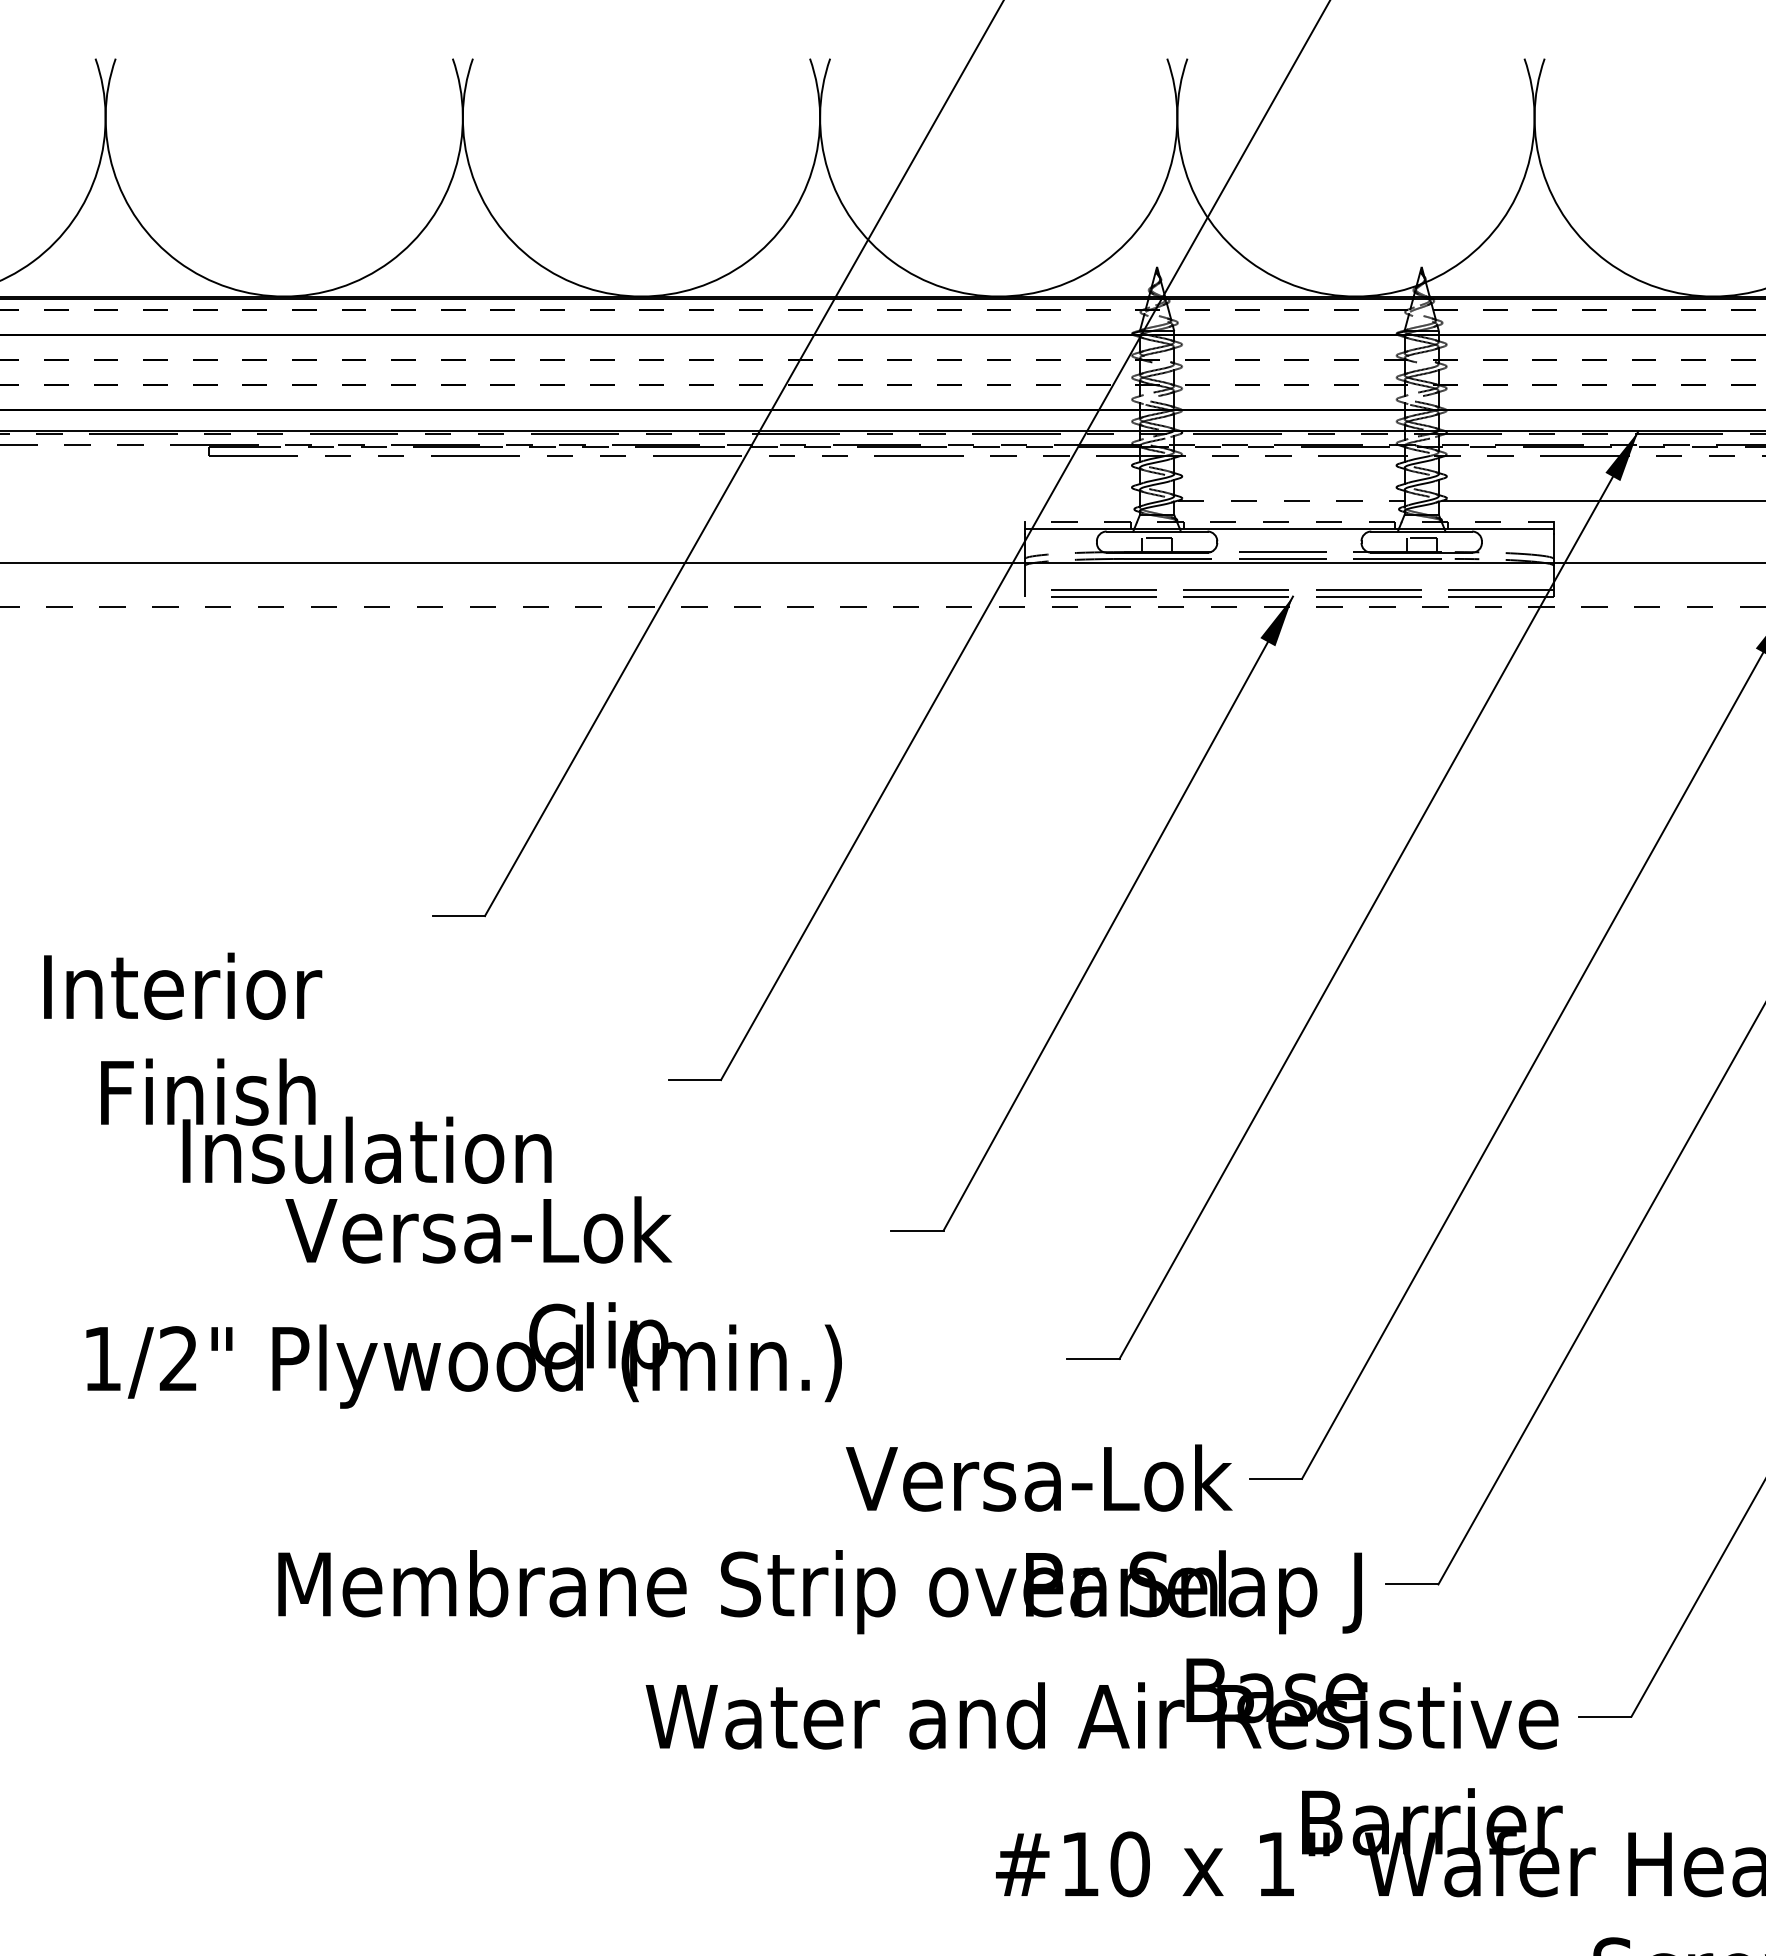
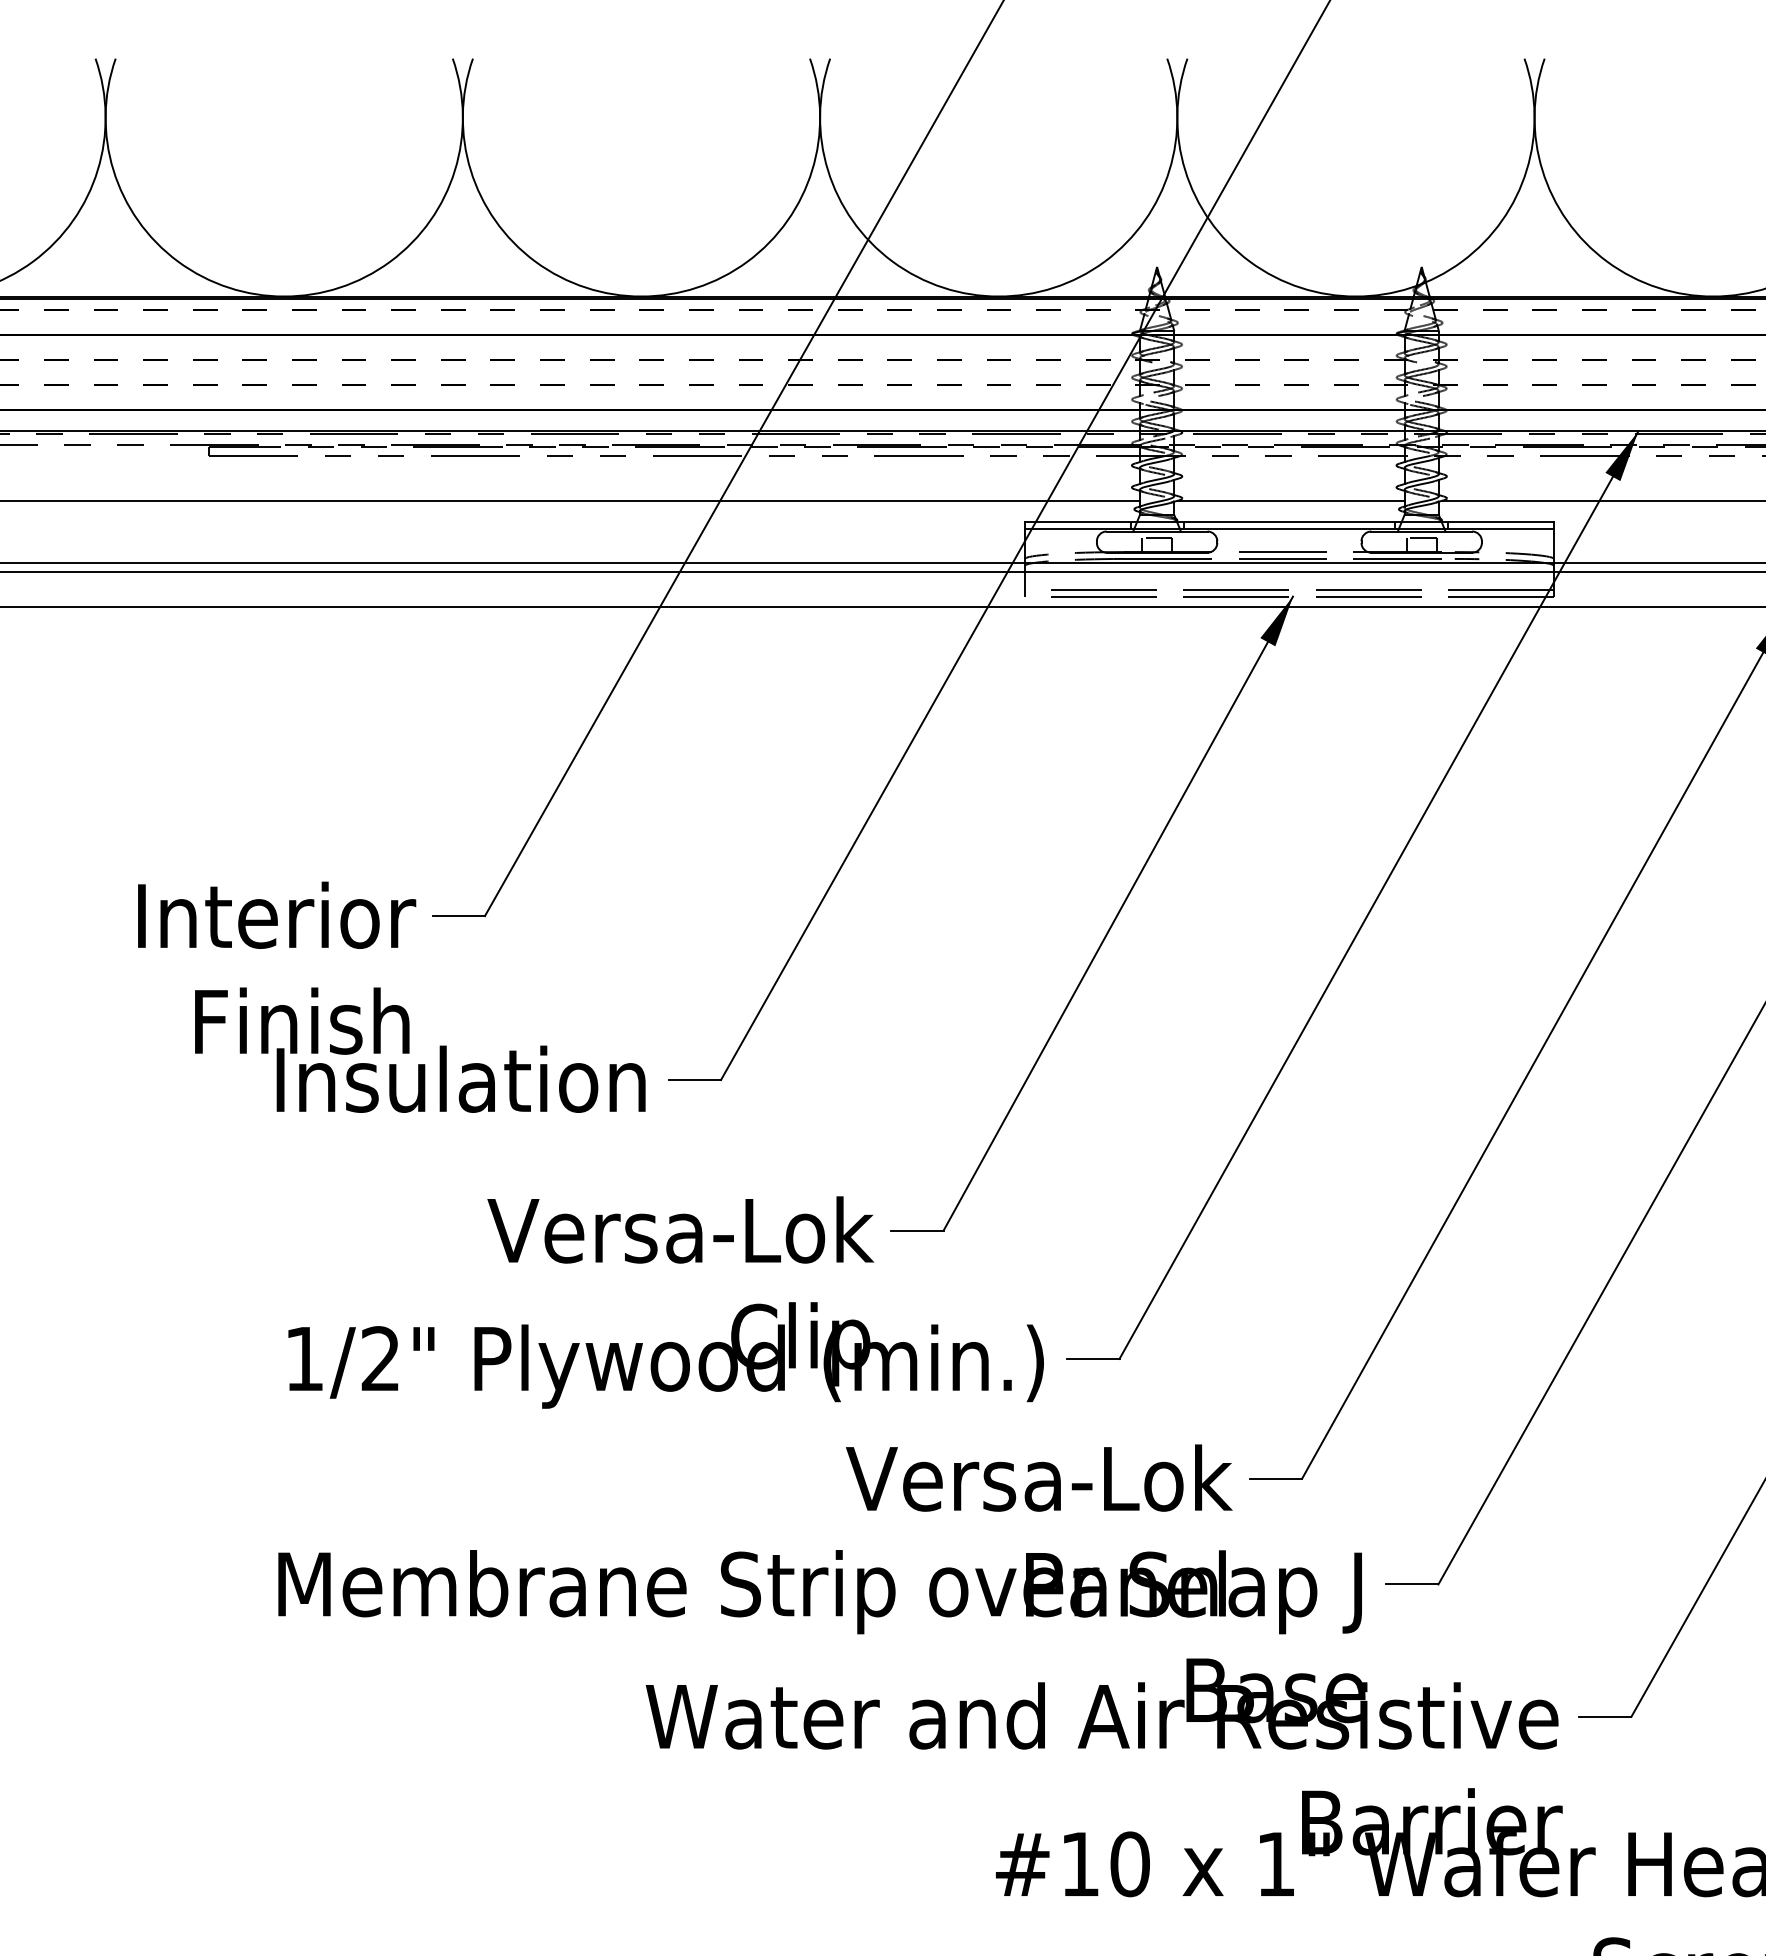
line at (570, 500): none -> present
line at (1291, 500): dashed -> solid
line at (1289, 522): dashed -> solid
line at (882, 571): none -> present
line at (883, 607): dashed -> solid
text at (297, 1067) position: (297, 1067) -> (391, 996)
text at (463, 1302) position: (463, 1302) -> (665, 1302)
